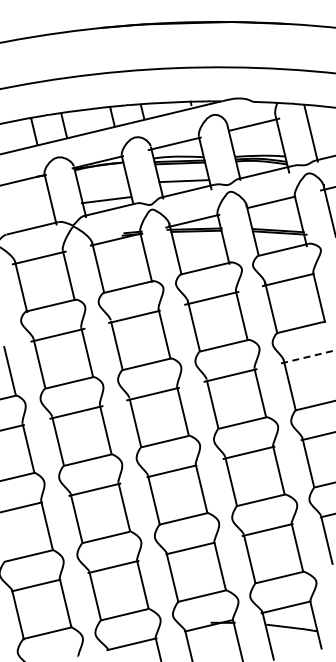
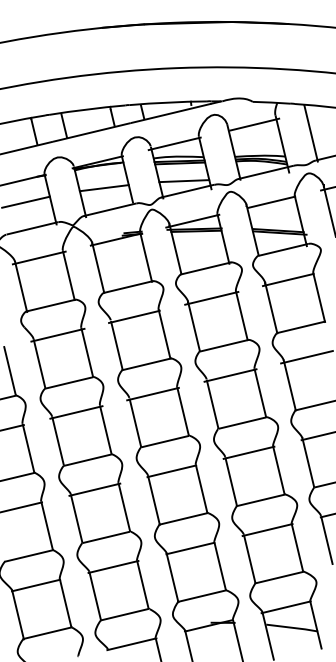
line at (105, 200) position: (105, 200) -> (103, 188)
line at (25, 201): none -> present
line at (306, 357): dashed -> solid
